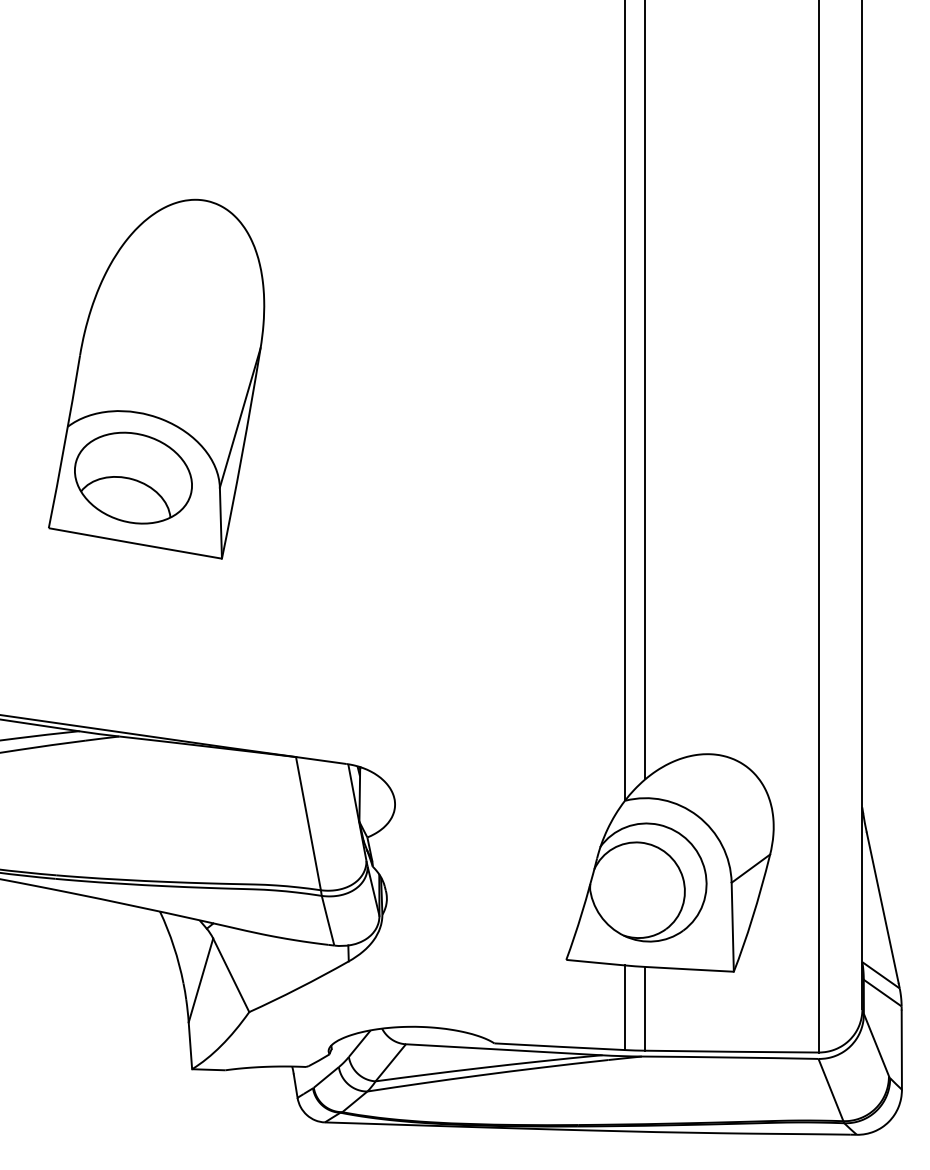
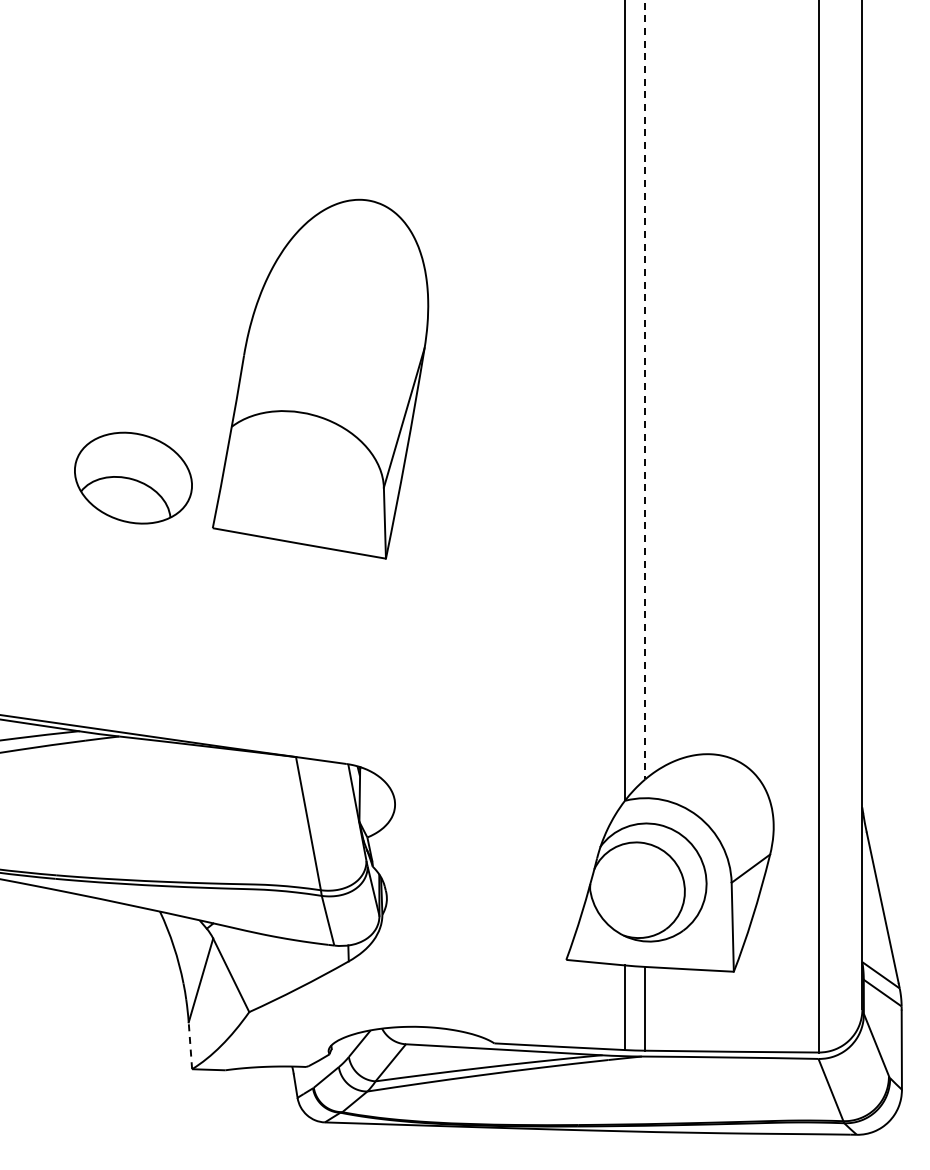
part at (156, 378) position: (156, 378) -> (320, 378)
line at (645, 390): solid -> dashed
line at (190, 1045): solid -> dashed
